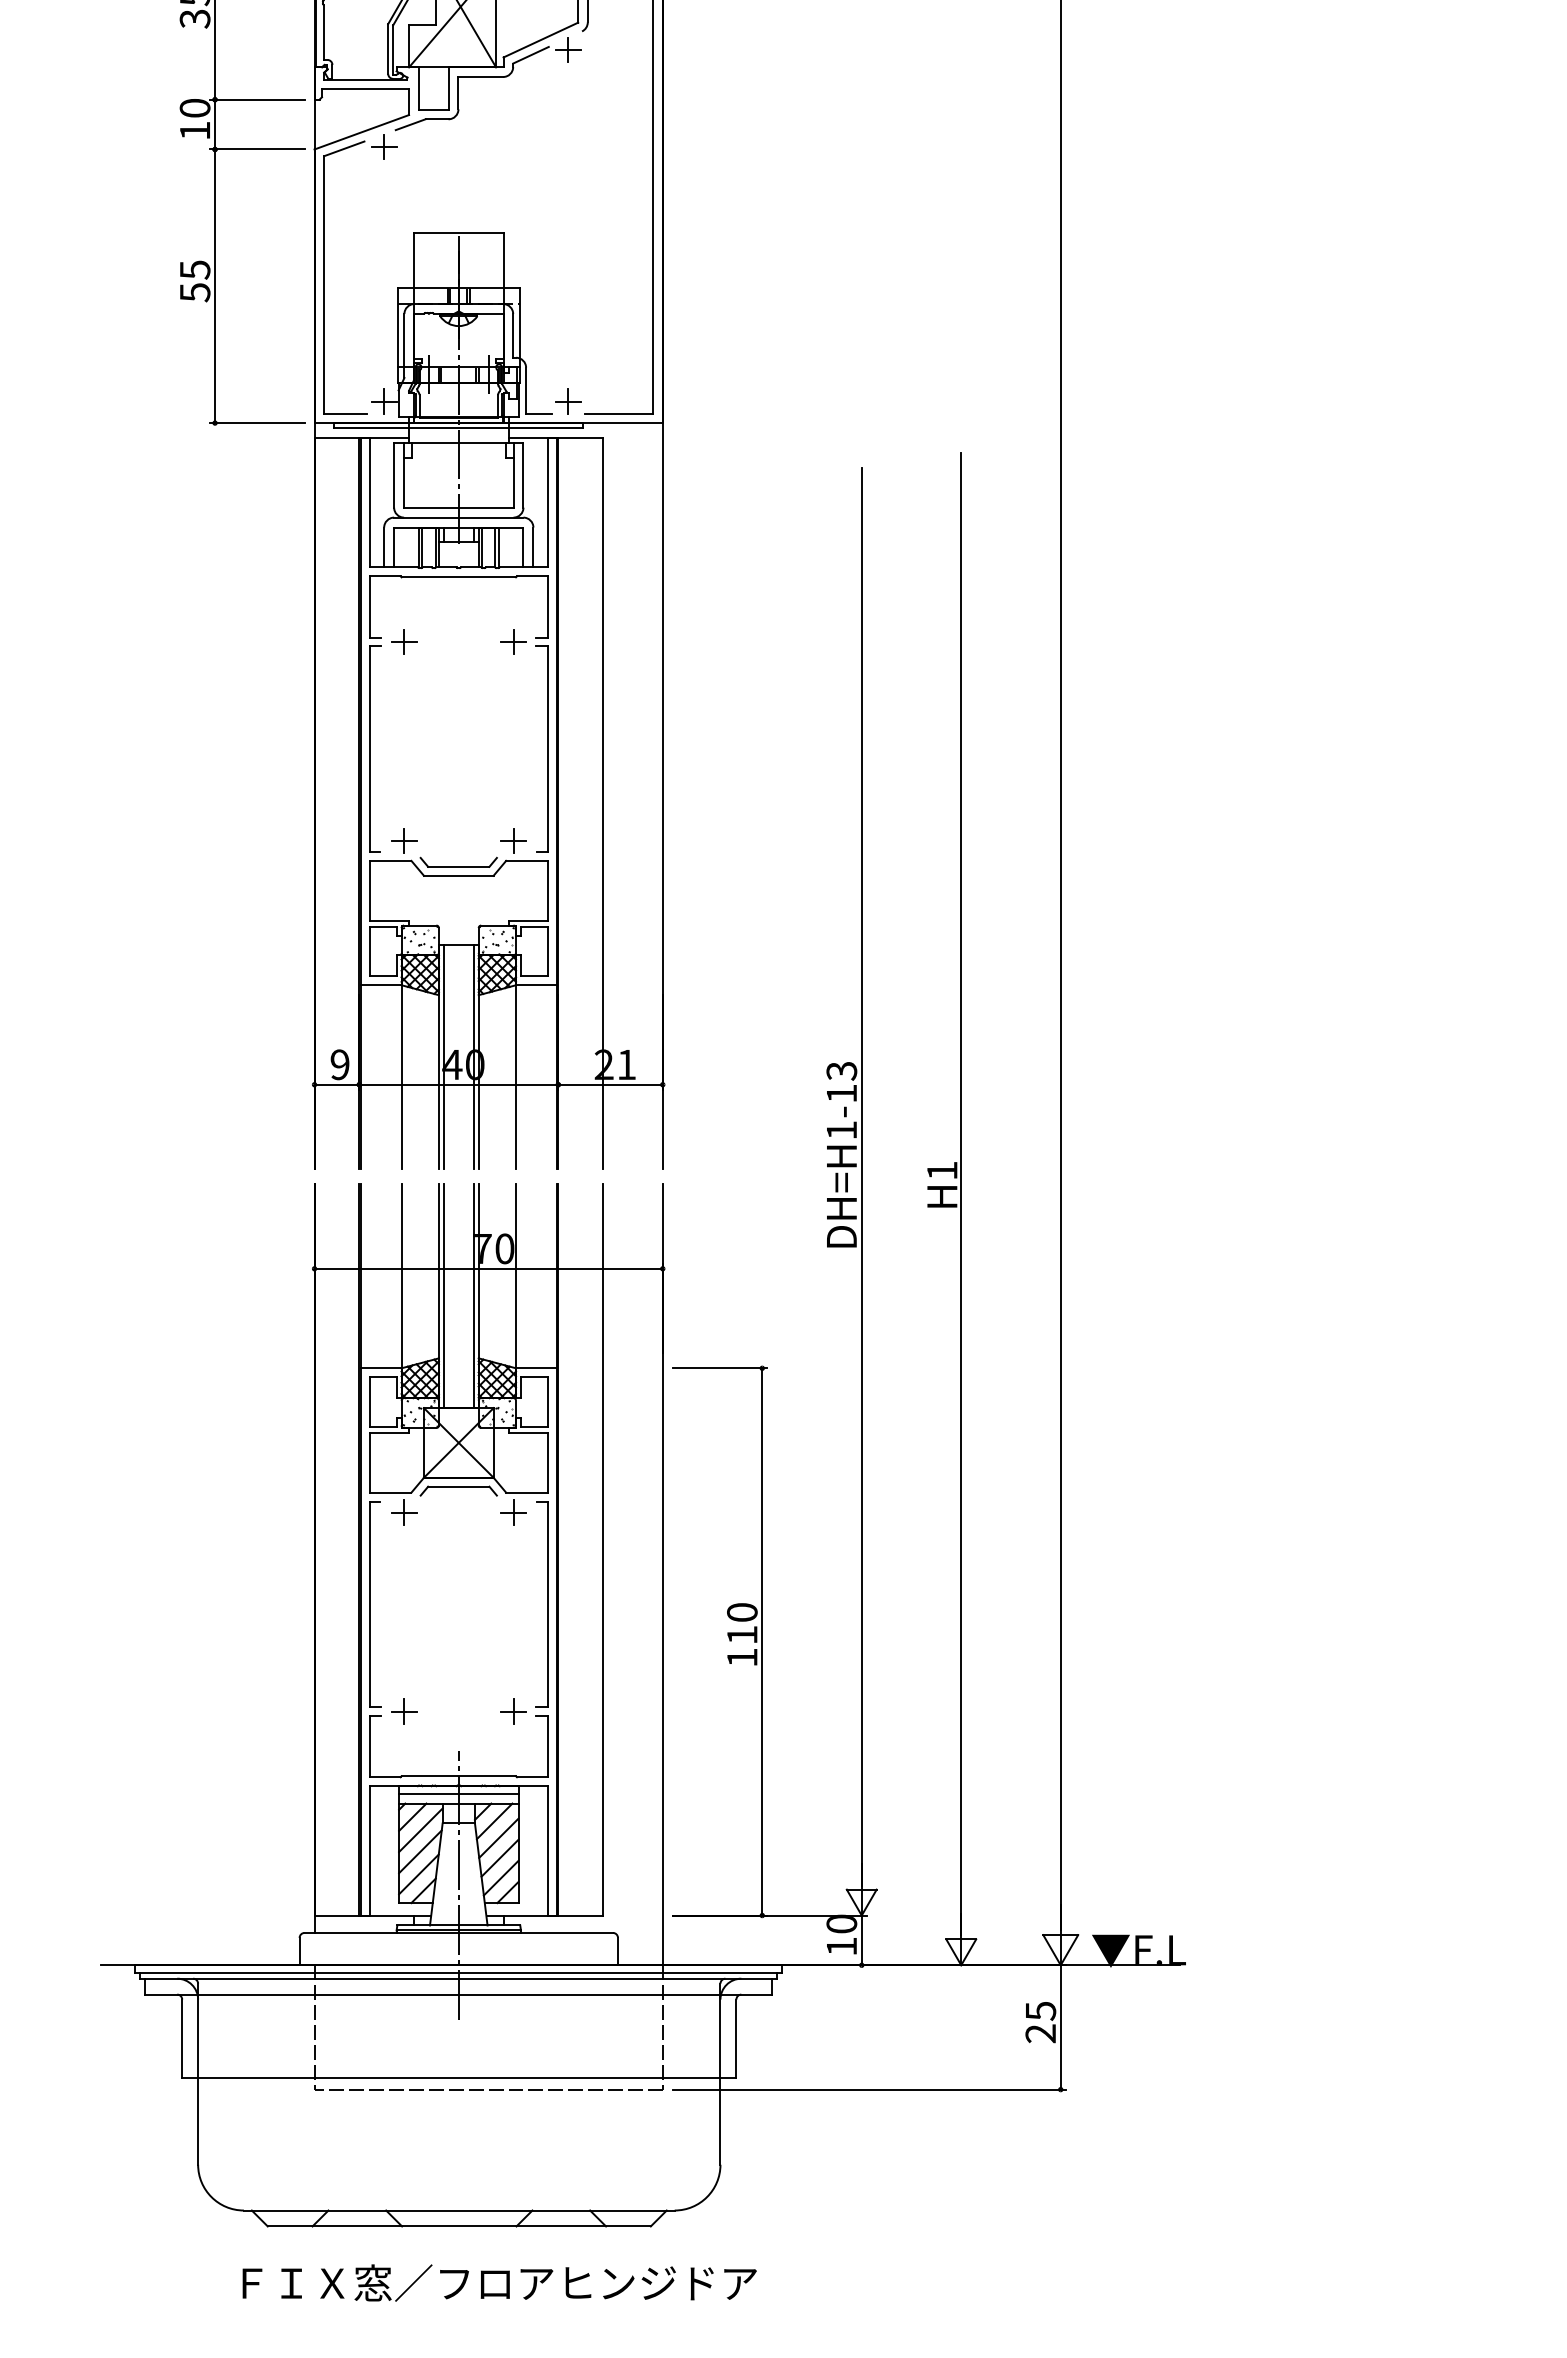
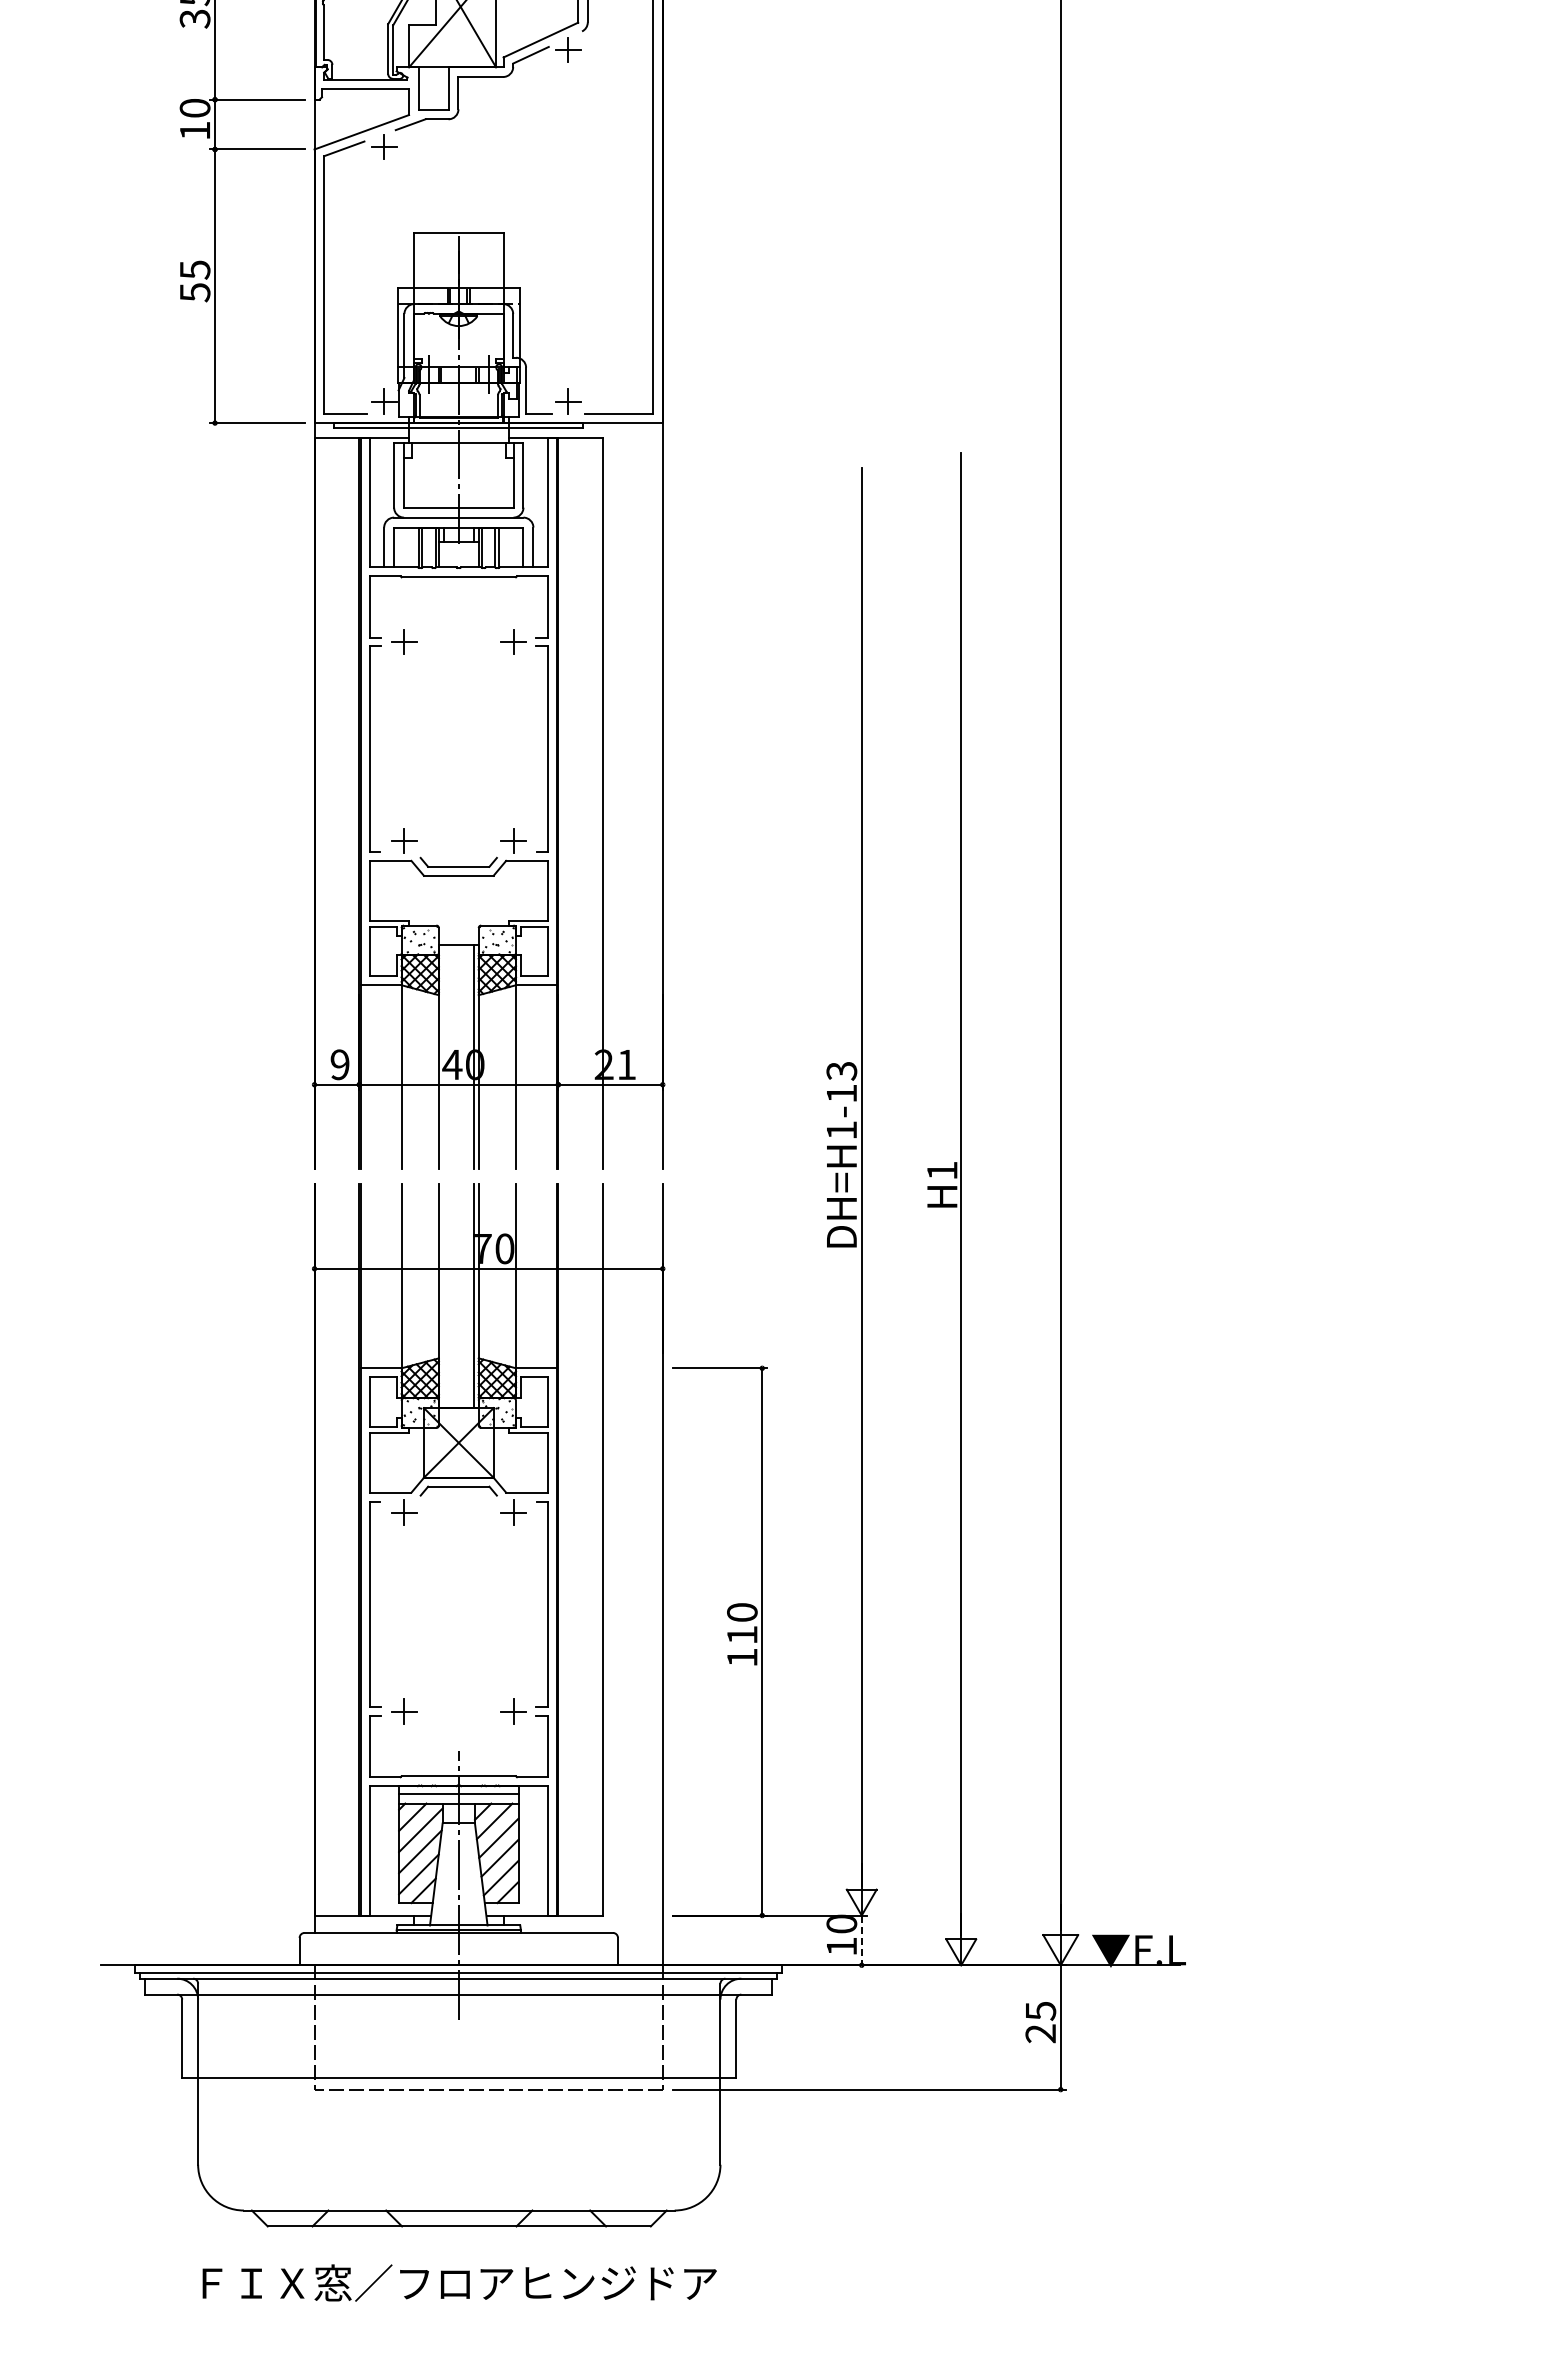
line at (443, 1057): present -> none
line at (443, 1296): present -> none
line at (861, 1940): solid -> dashed
text at (499, 2282) position: (499, 2282) -> (459, 2282)
